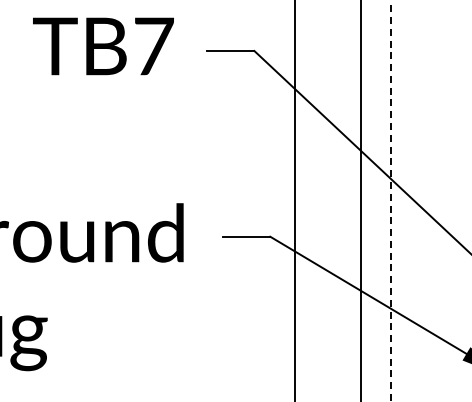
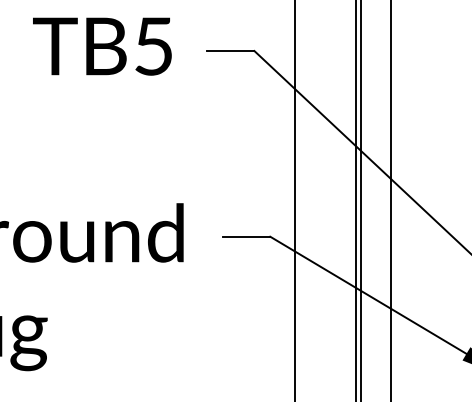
text at (154, 46): TB7 -> TB5
line at (355, 200): none -> present
line at (390, 200): dashed -> solid
